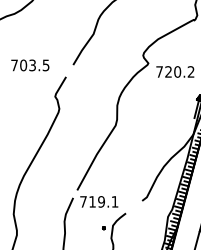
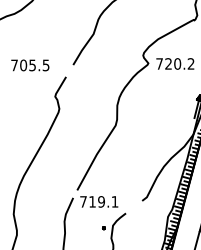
text at (32, 64): 703.5 -> 705.5
text at (175, 71) position: (175, 71) -> (175, 63)
